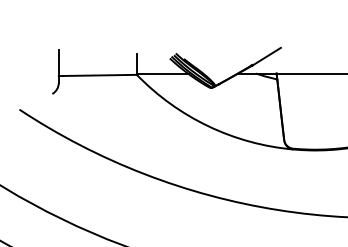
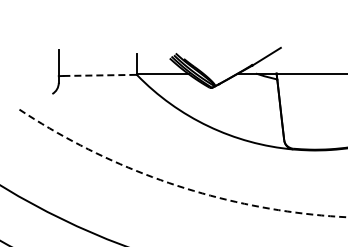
line at (100, 75): solid -> dashed
arc at (177, 185): solid -> dashed
